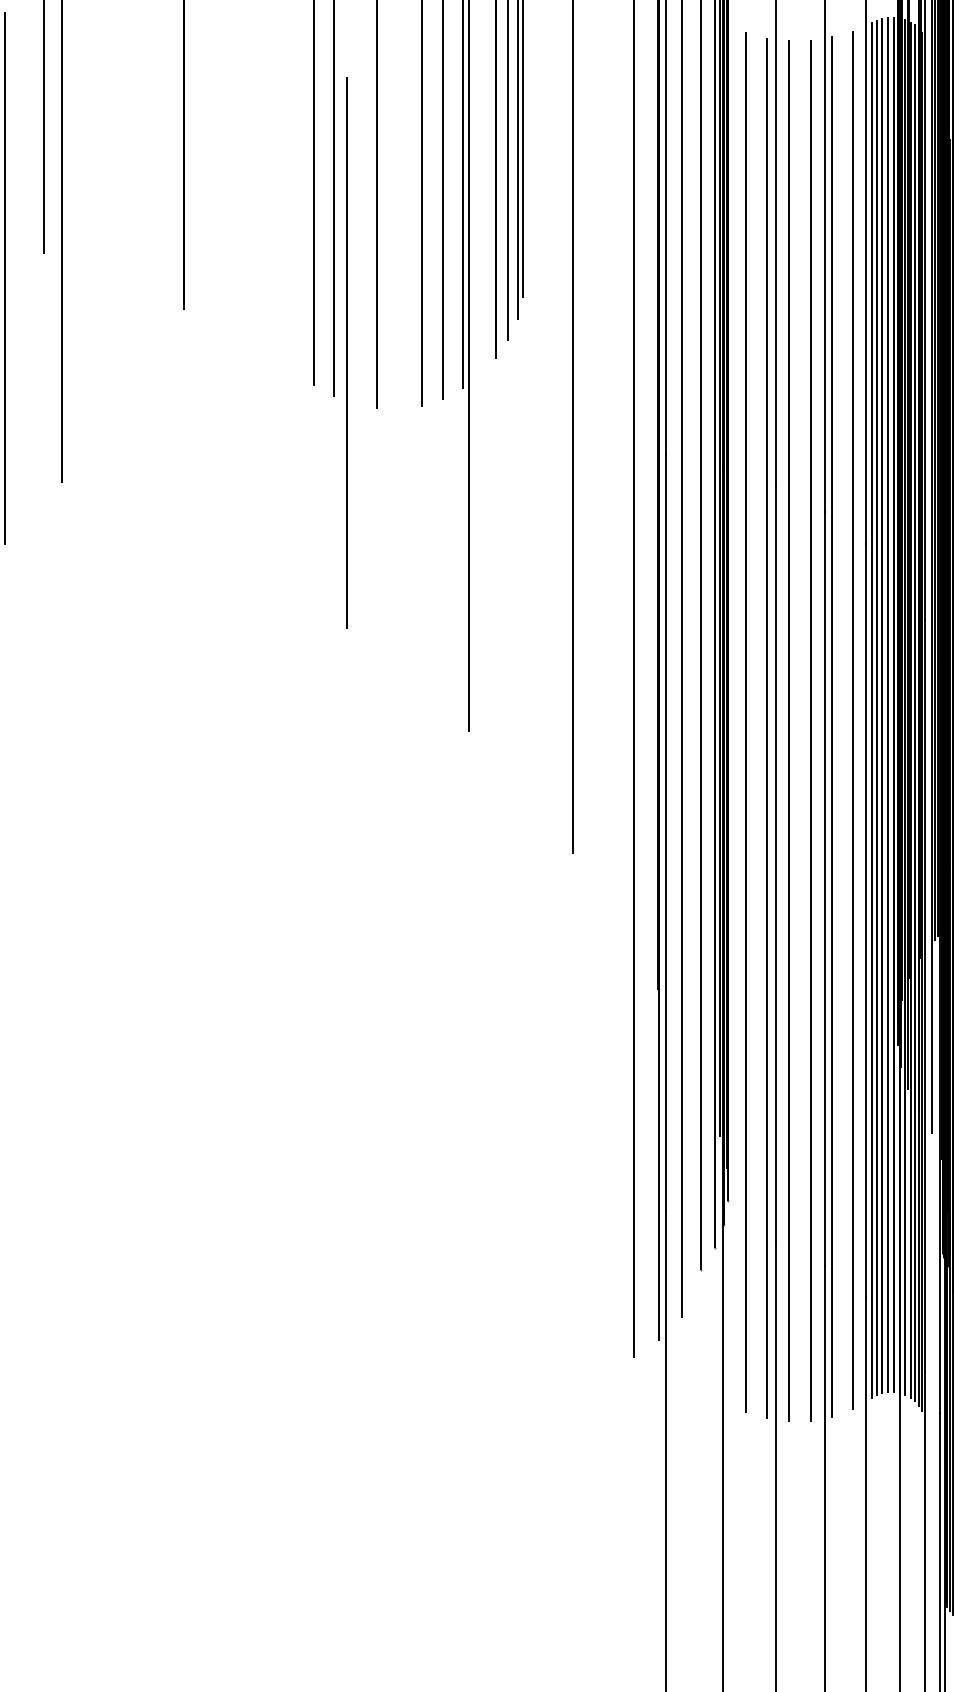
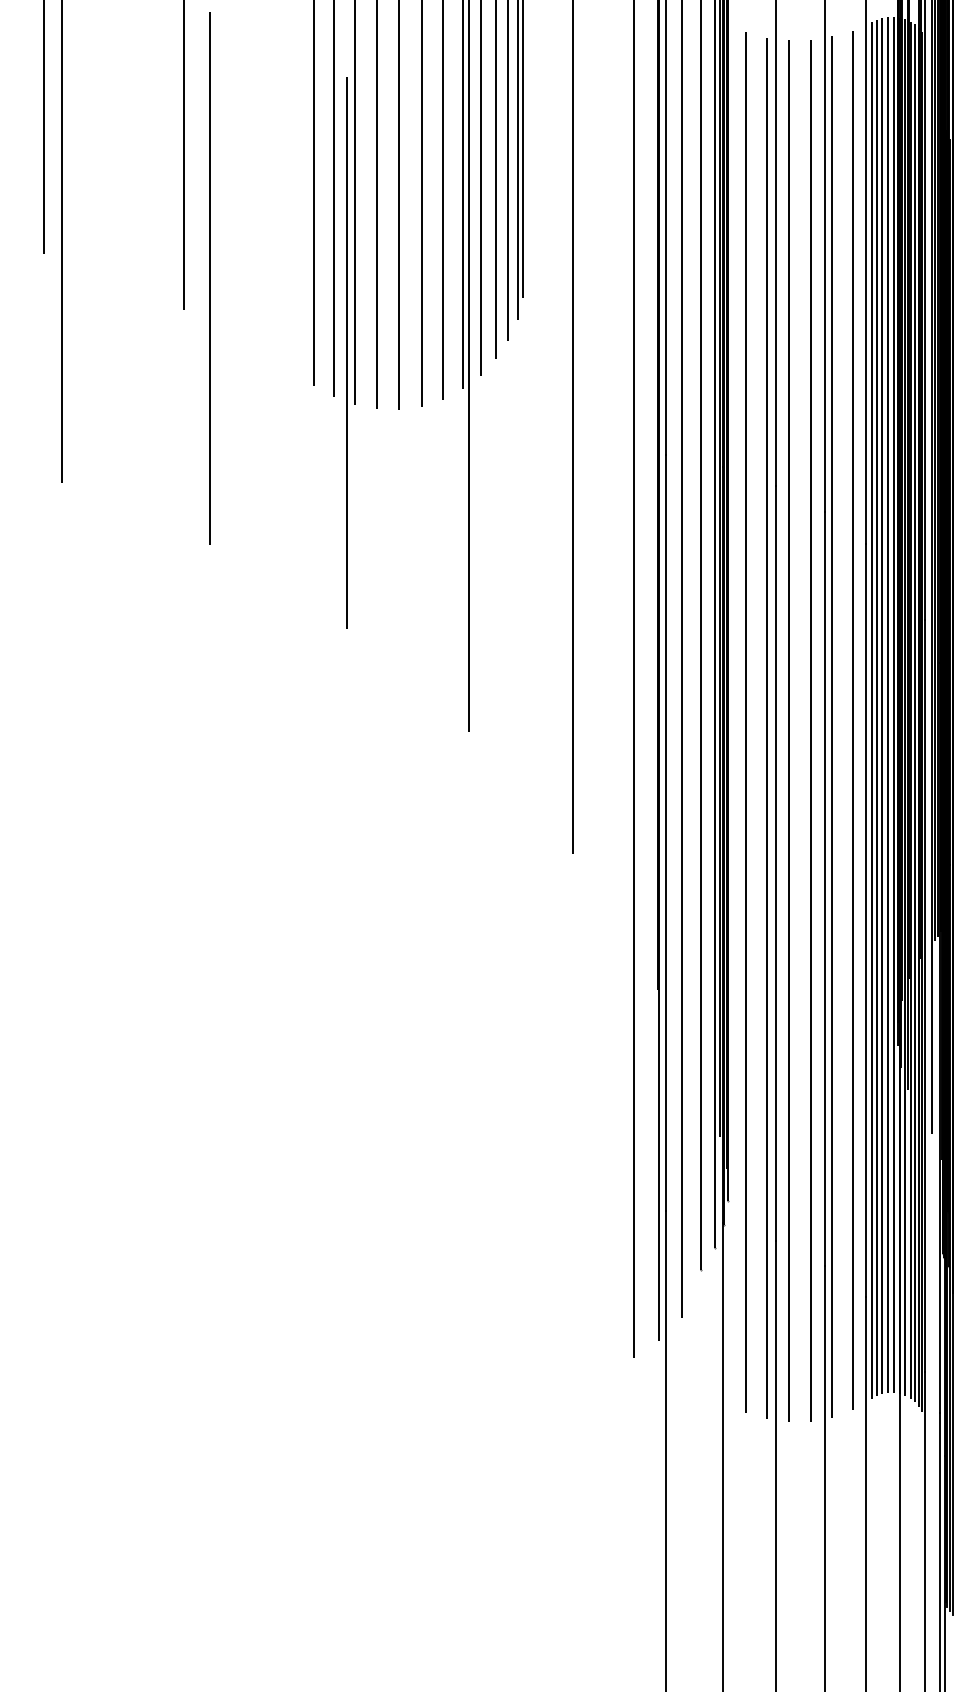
line at (480, 188): none -> present
line at (354, 203): none -> present
line at (399, 205): none -> present
line at (4, 278) position: (4, 278) -> (209, 278)
